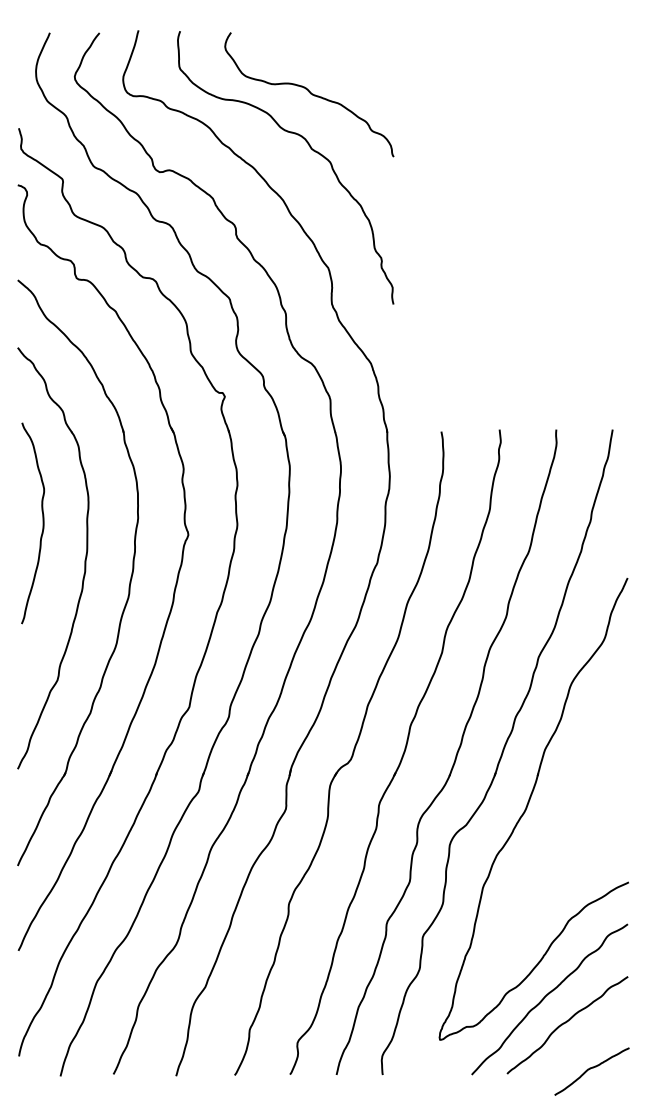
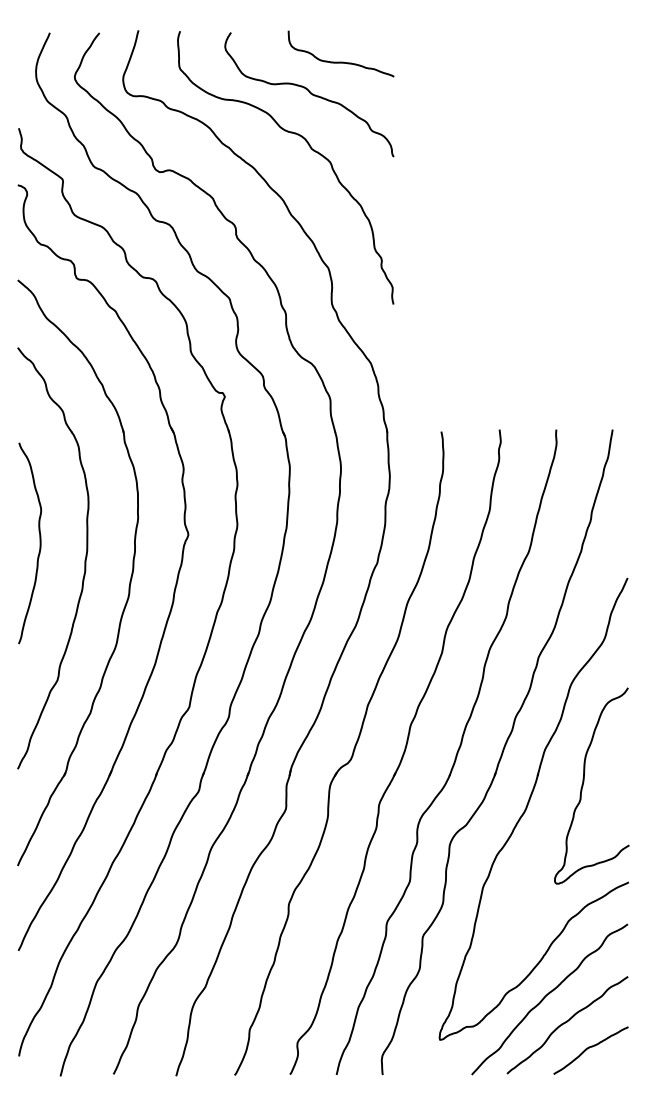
curve at (340, 61): none -> present
curve at (42, 523) position: (42, 523) -> (39, 543)
part at (584, 782): none -> present
curve at (590, 1069) position: (590, 1069) -> (589, 1048)
